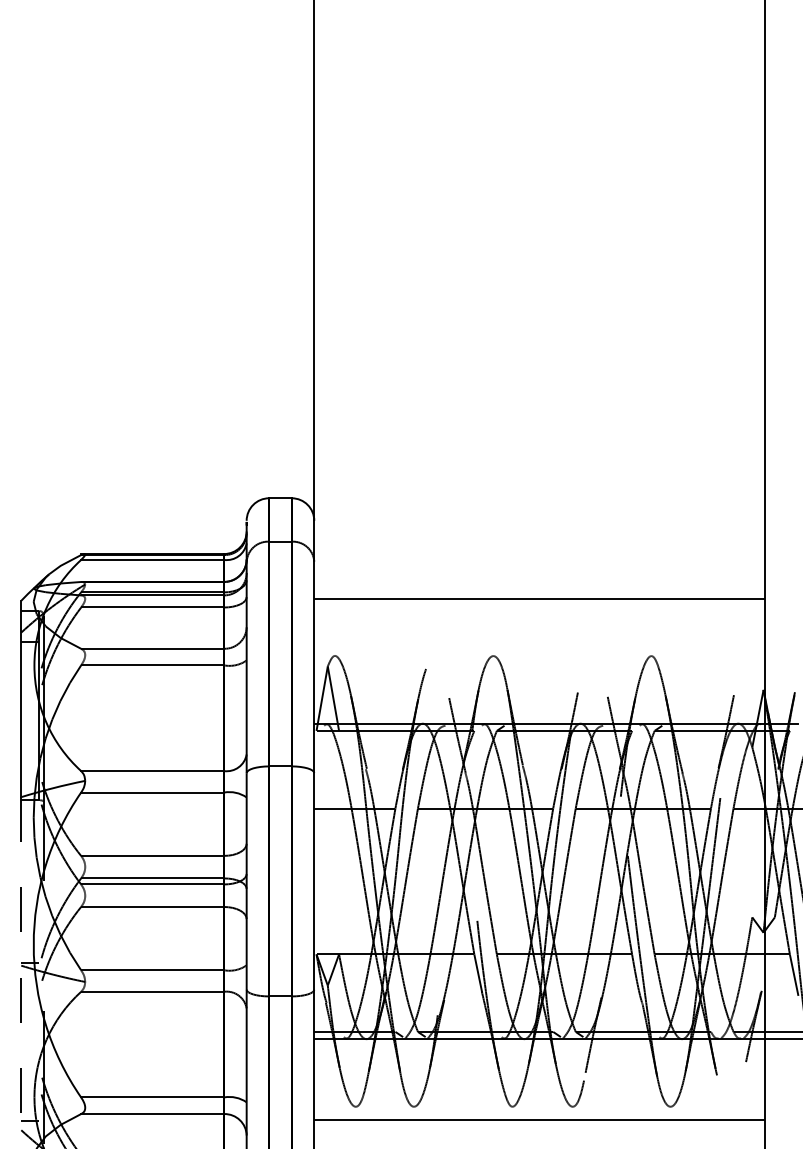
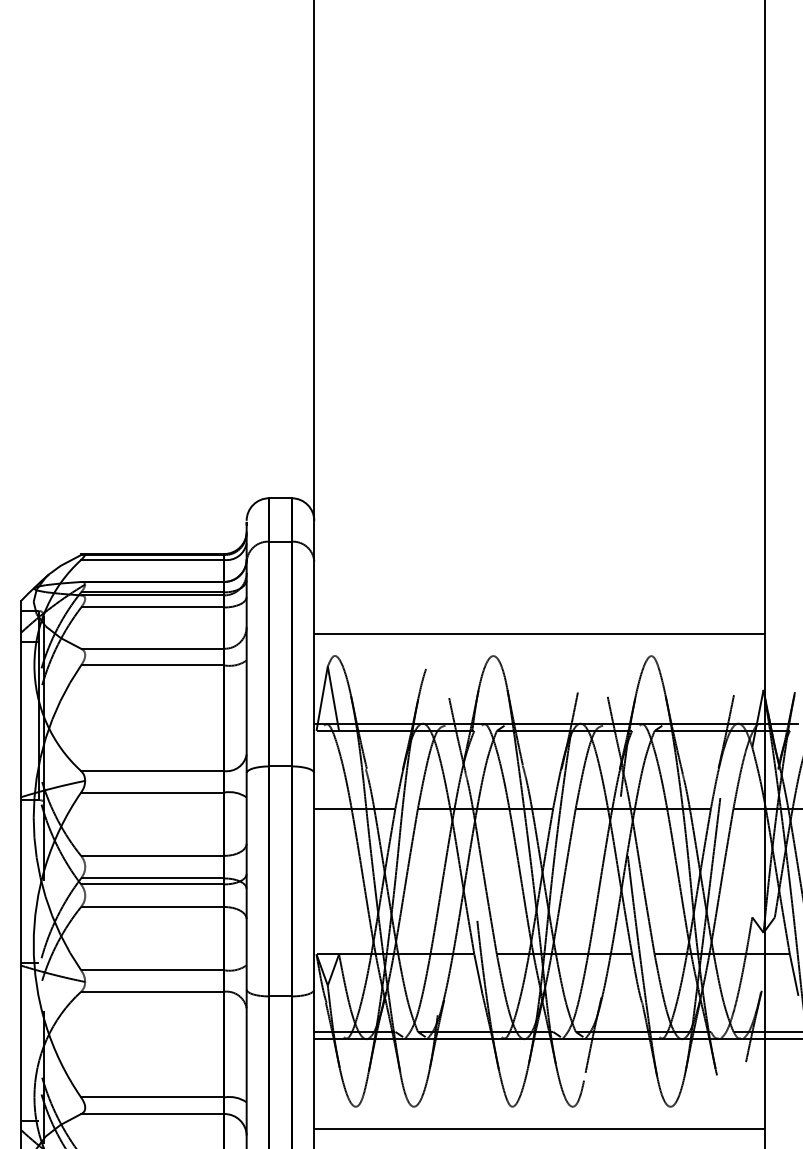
line at (539, 598) position: (539, 598) -> (539, 633)
line at (21, 973): dashed -> solid
line at (539, 1120) position: (539, 1120) -> (539, 1129)
